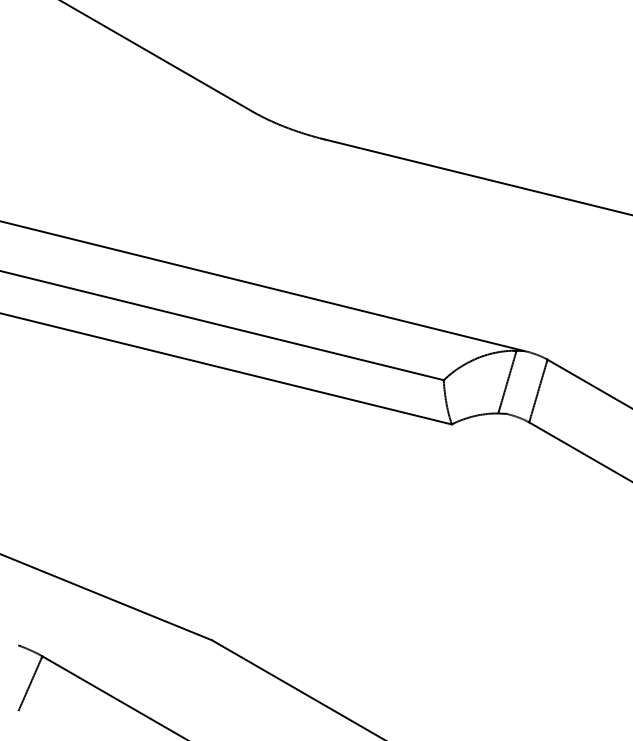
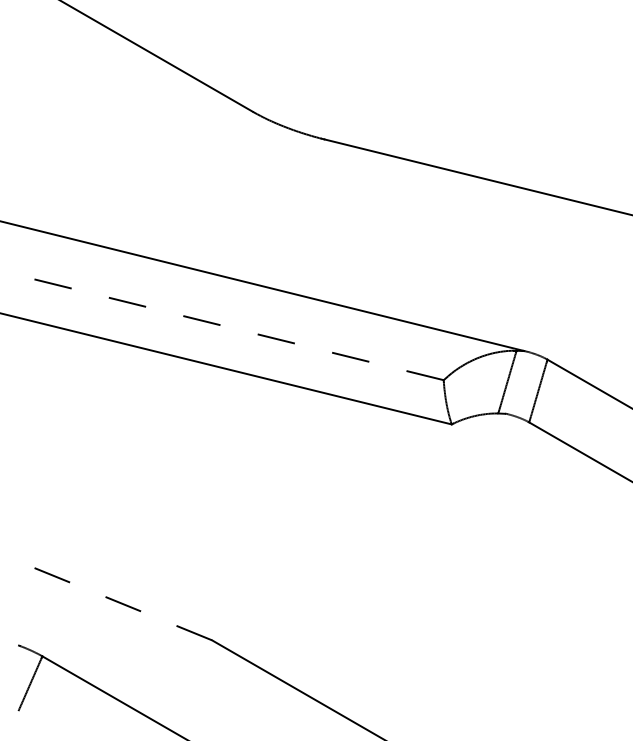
line at (221, 325): solid -> dashed
line at (105, 597): solid -> dashed
